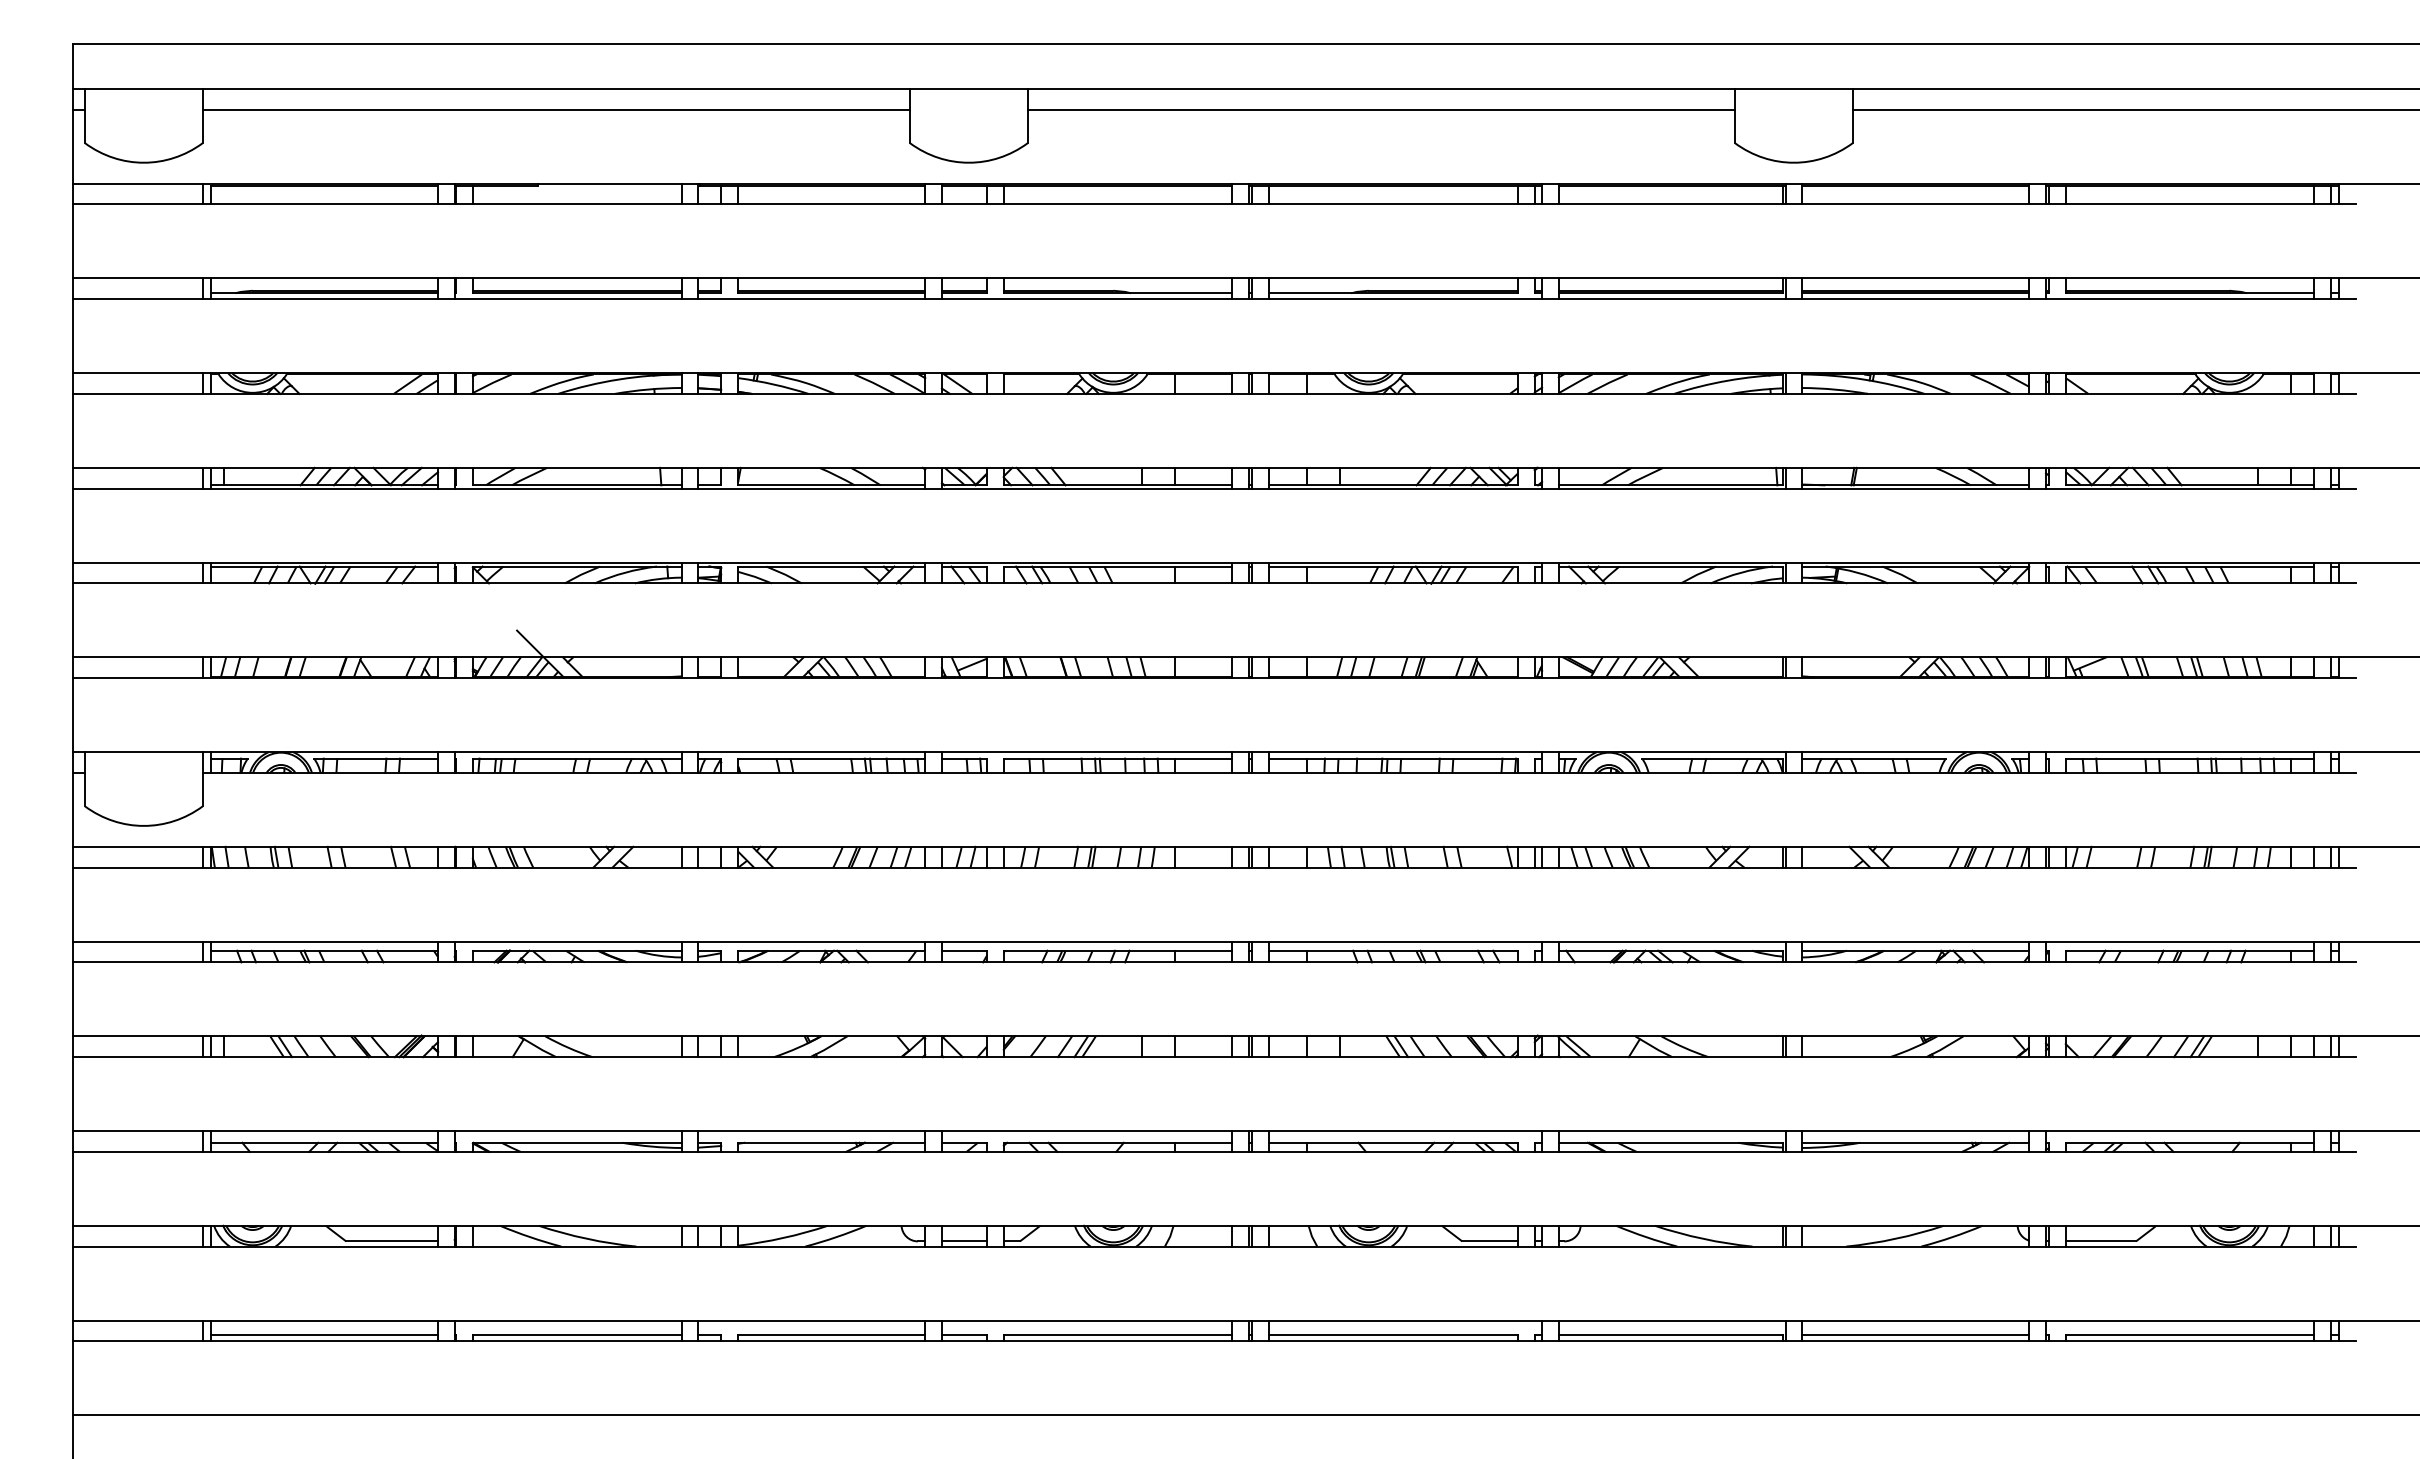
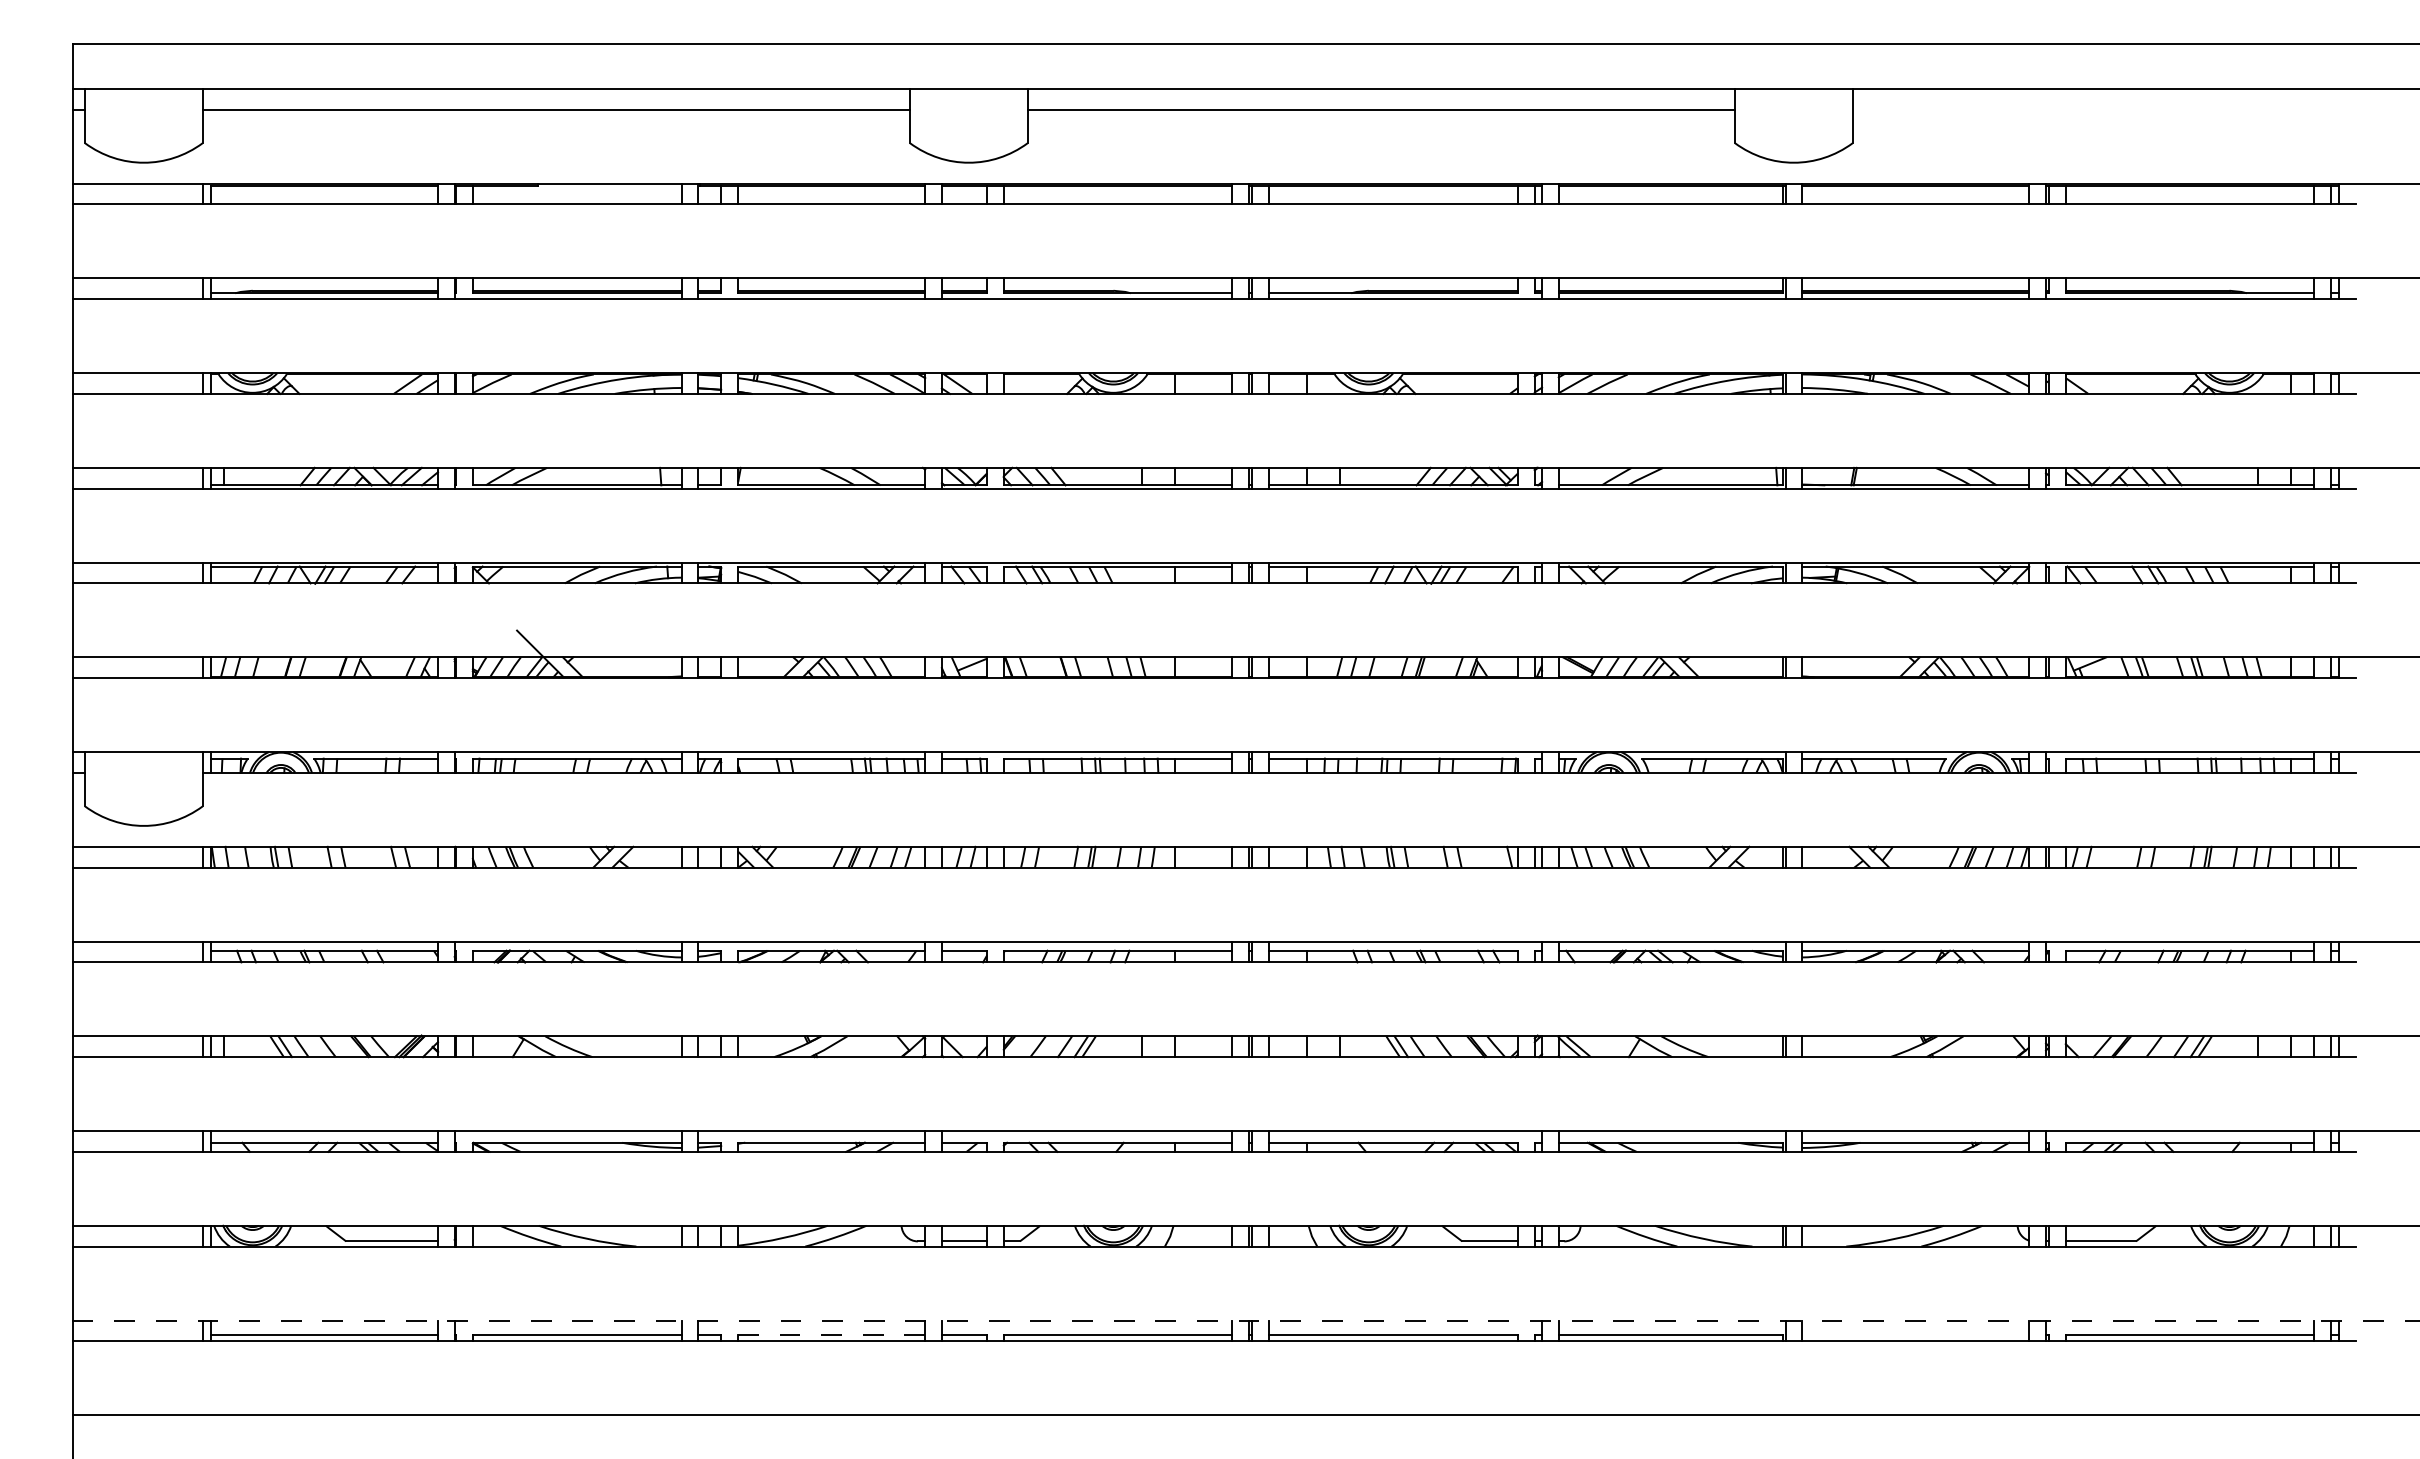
line at (2134, 109): present -> none
line at (1246, 1320): solid -> dashed
line at (831, 1334): solid -> dashed
line at (1915, 1334): present -> none
